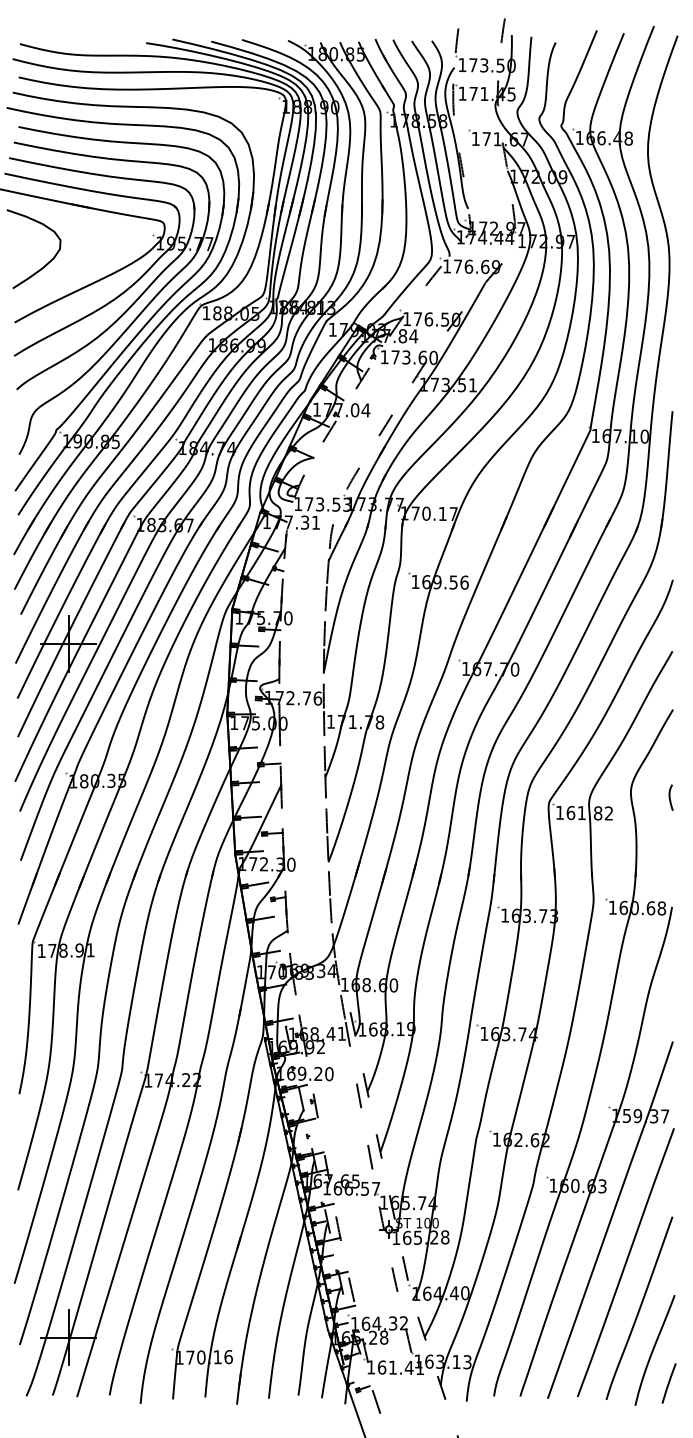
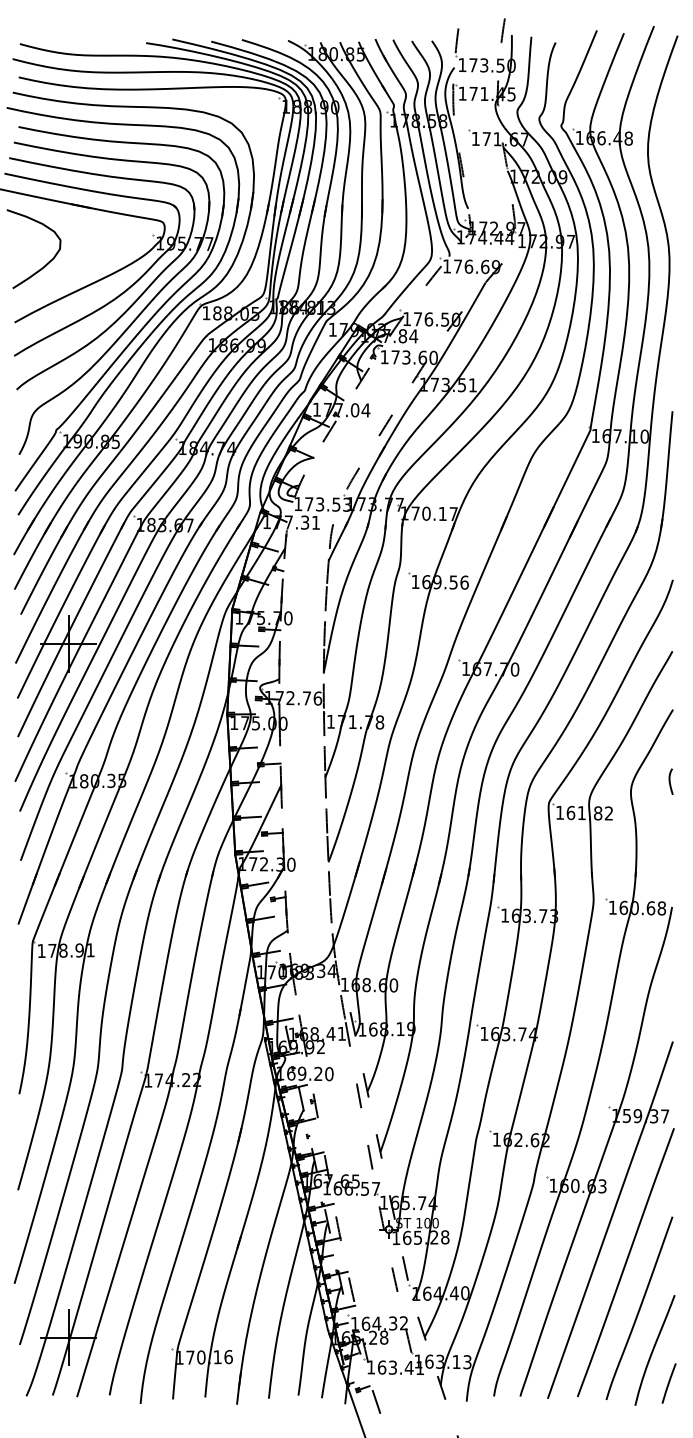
curve at (670, 797) position: (670, 797) -> (670, 781)
text at (392, 1367): 161.41 -> 163.41
